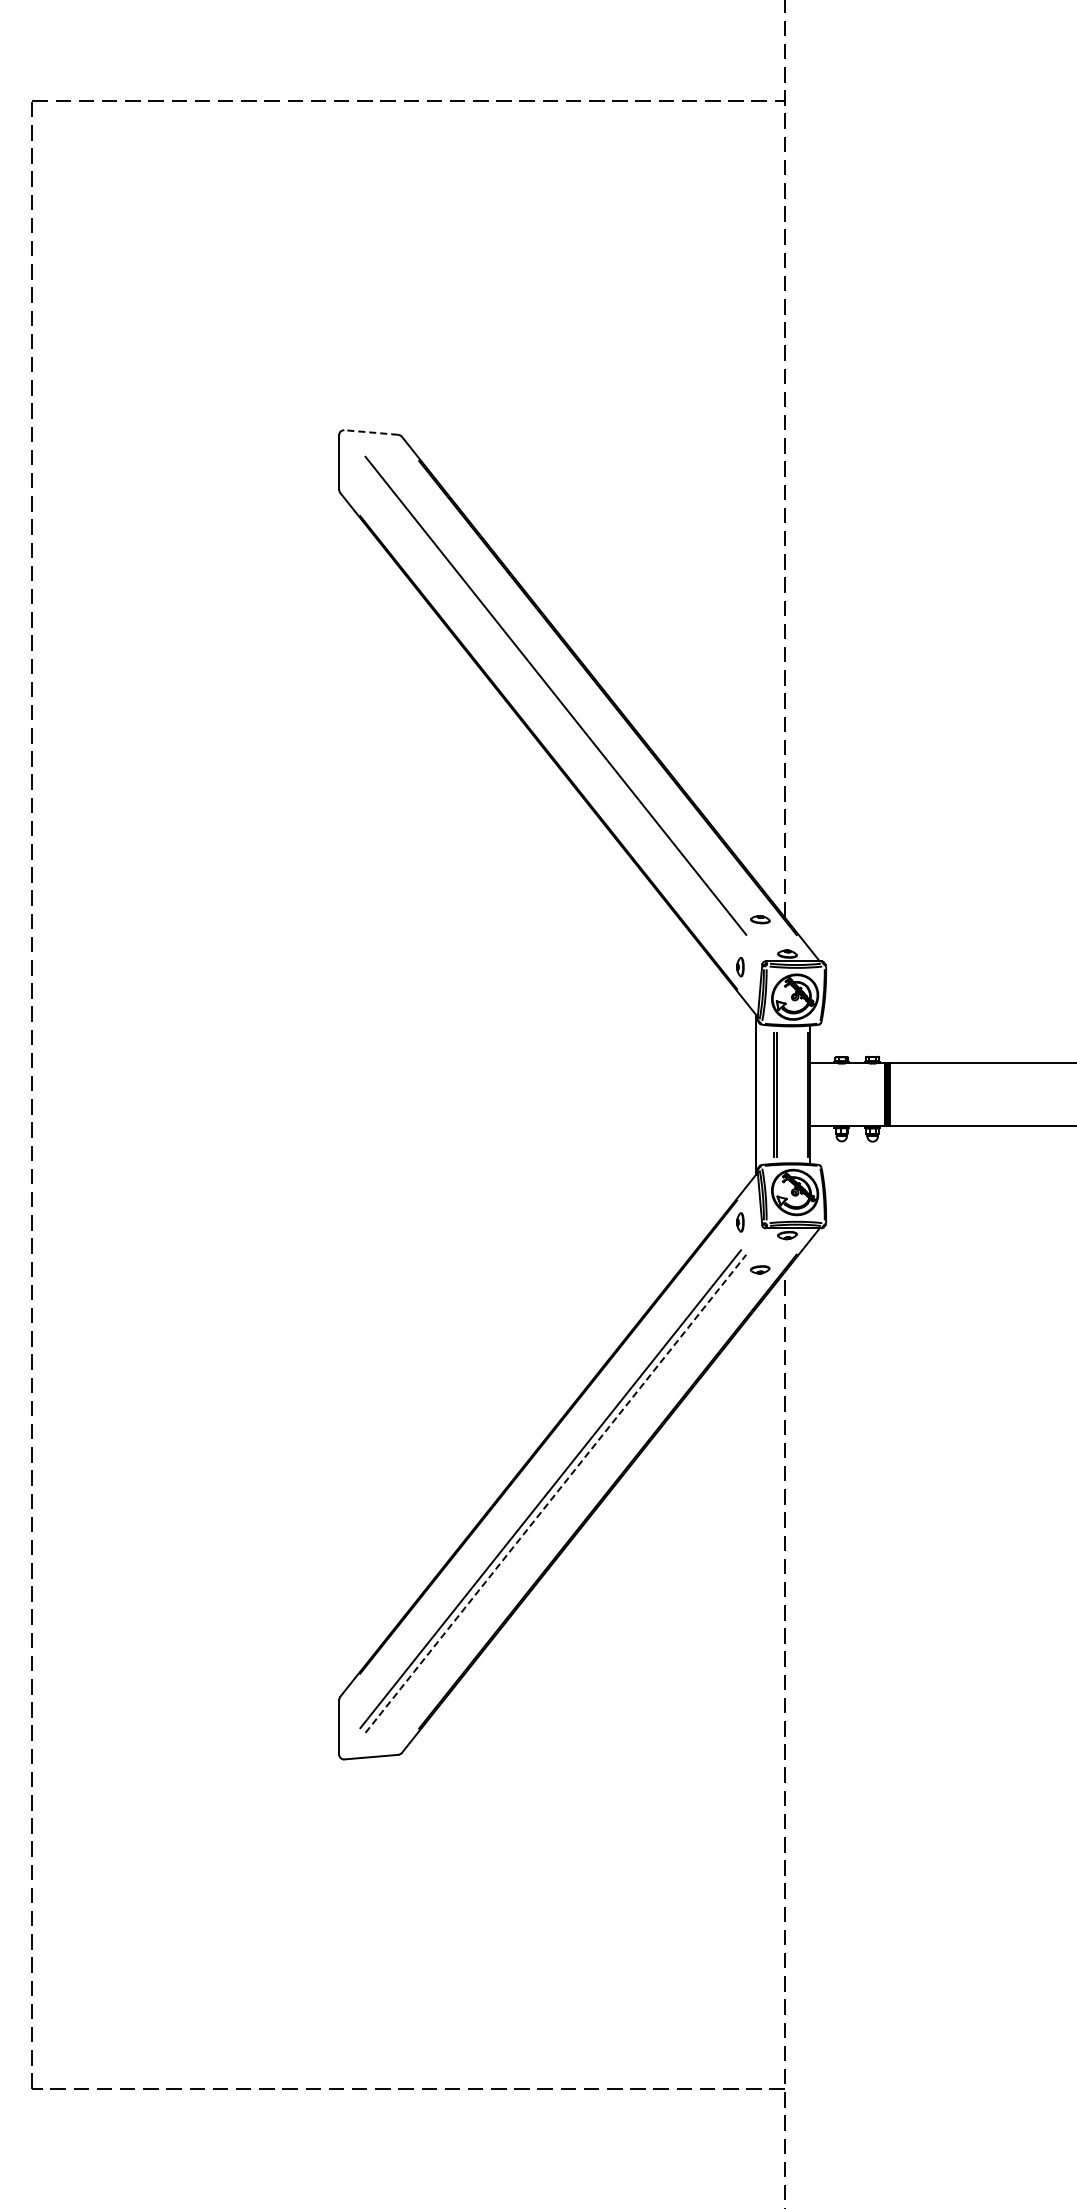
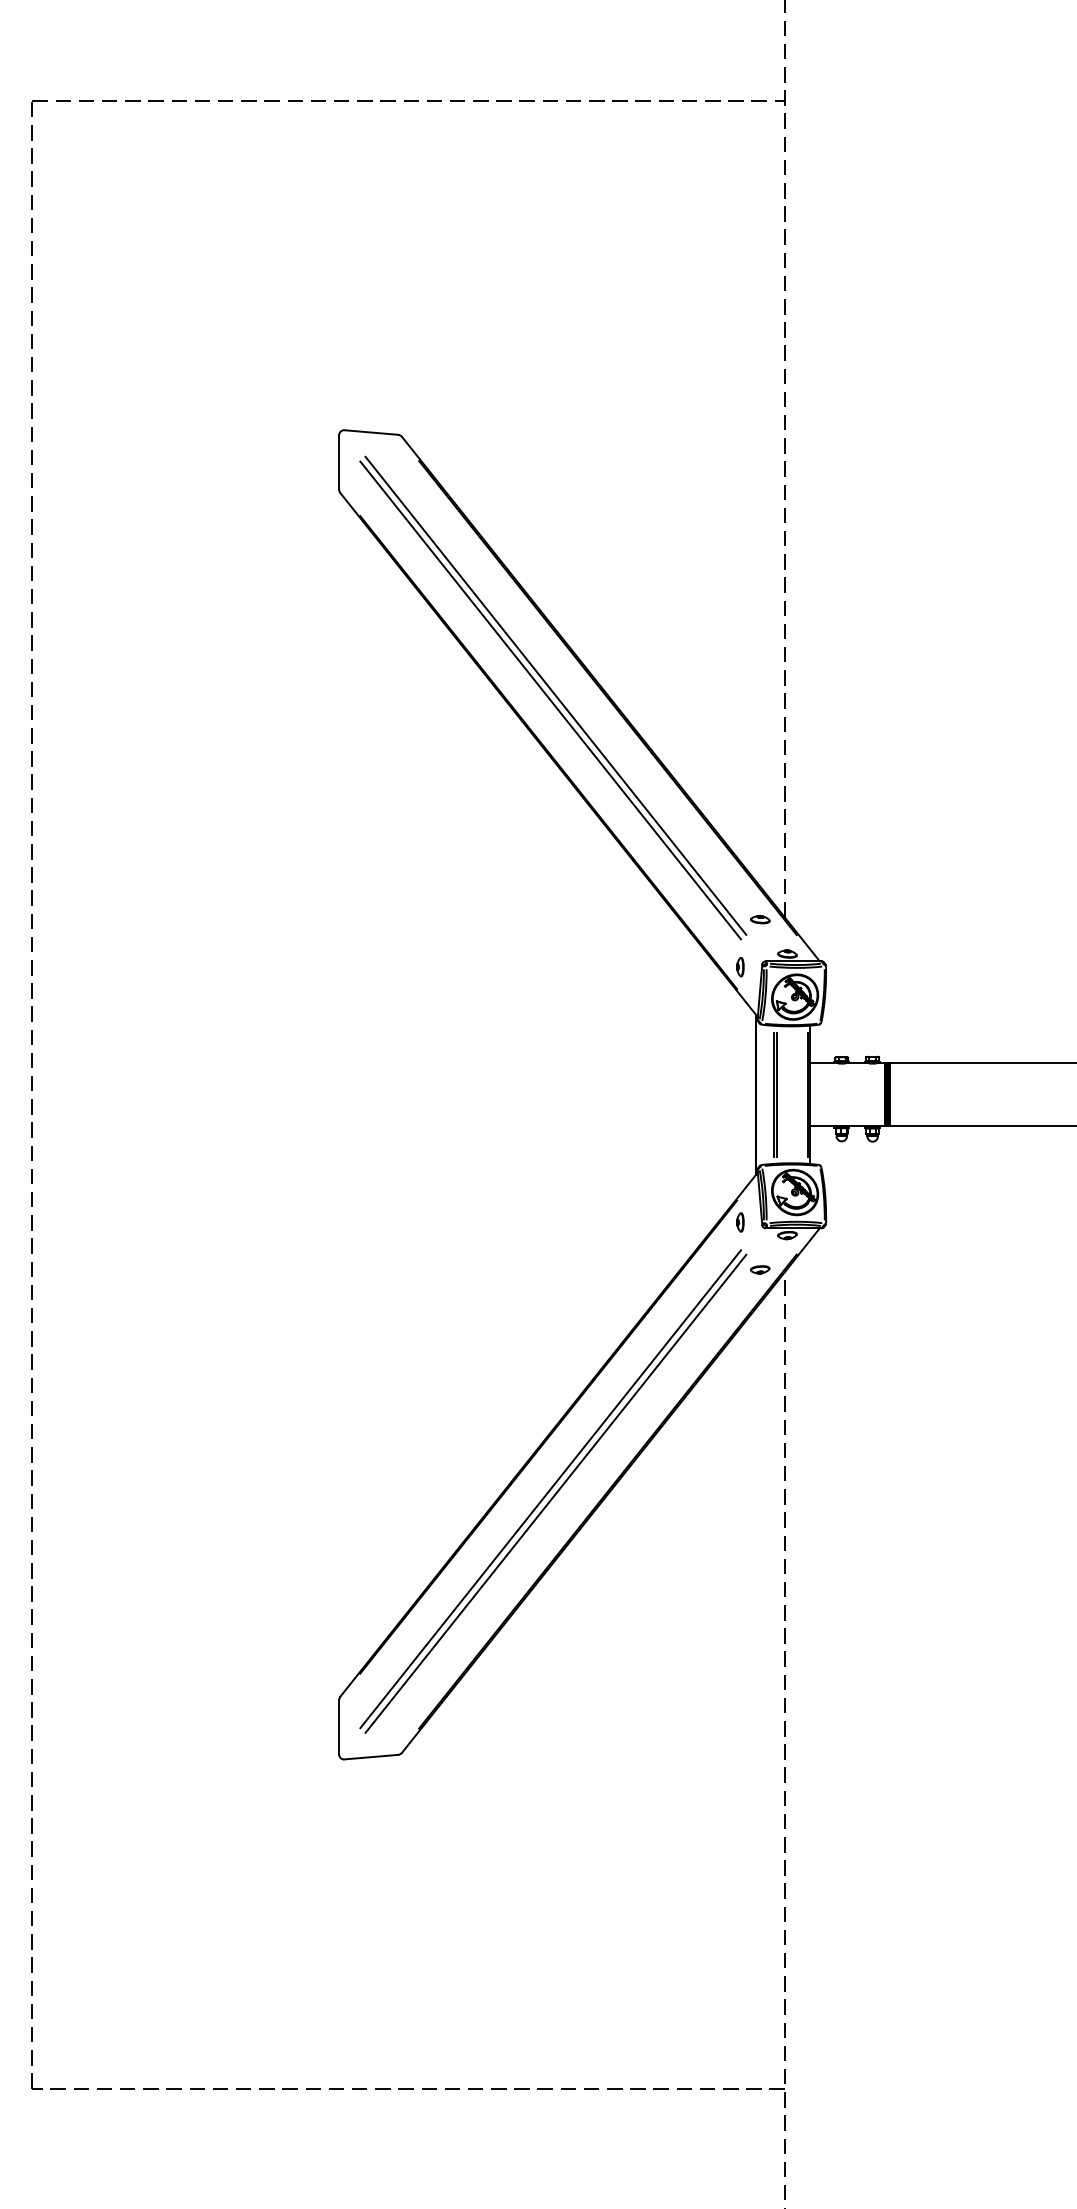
line at (371, 432): dashed -> solid
line at (550, 700): none -> present
line at (555, 1493): dashed -> solid
